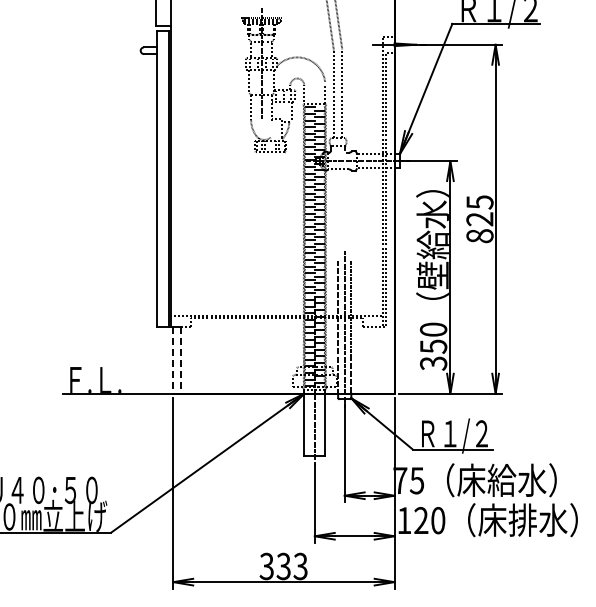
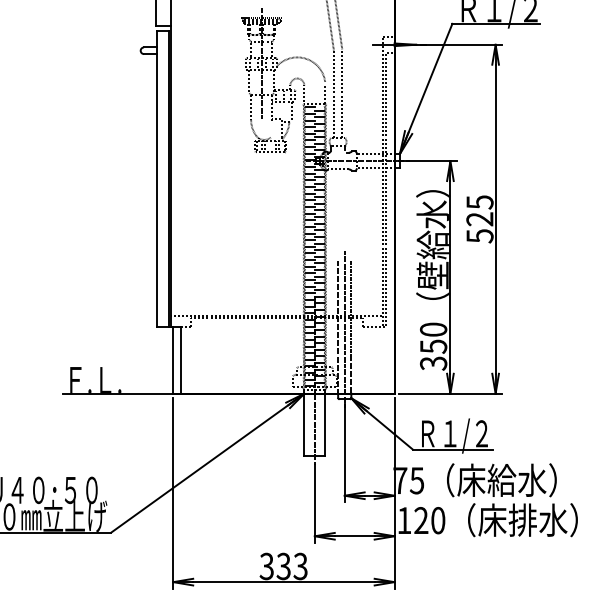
text at (479, 236): 825 -> 525
line at (173, 360): dashed -> solid
line at (180, 360): dashed -> solid
